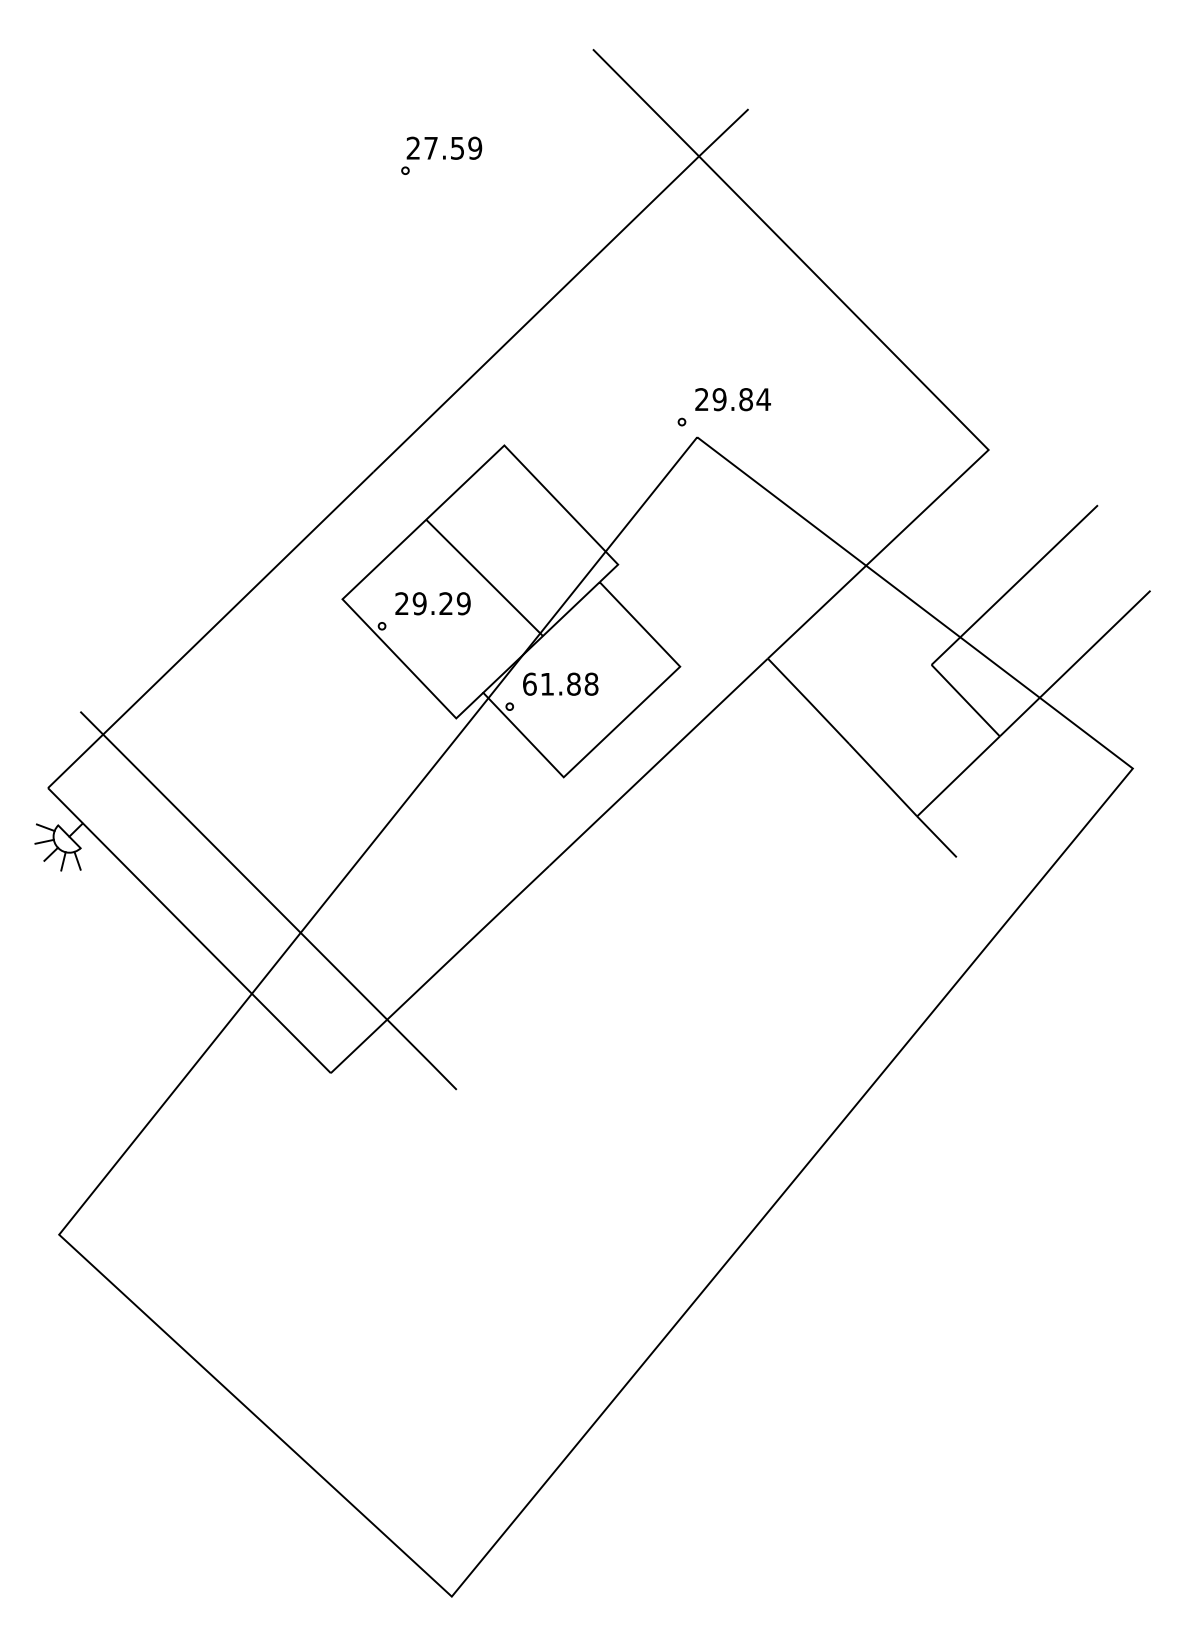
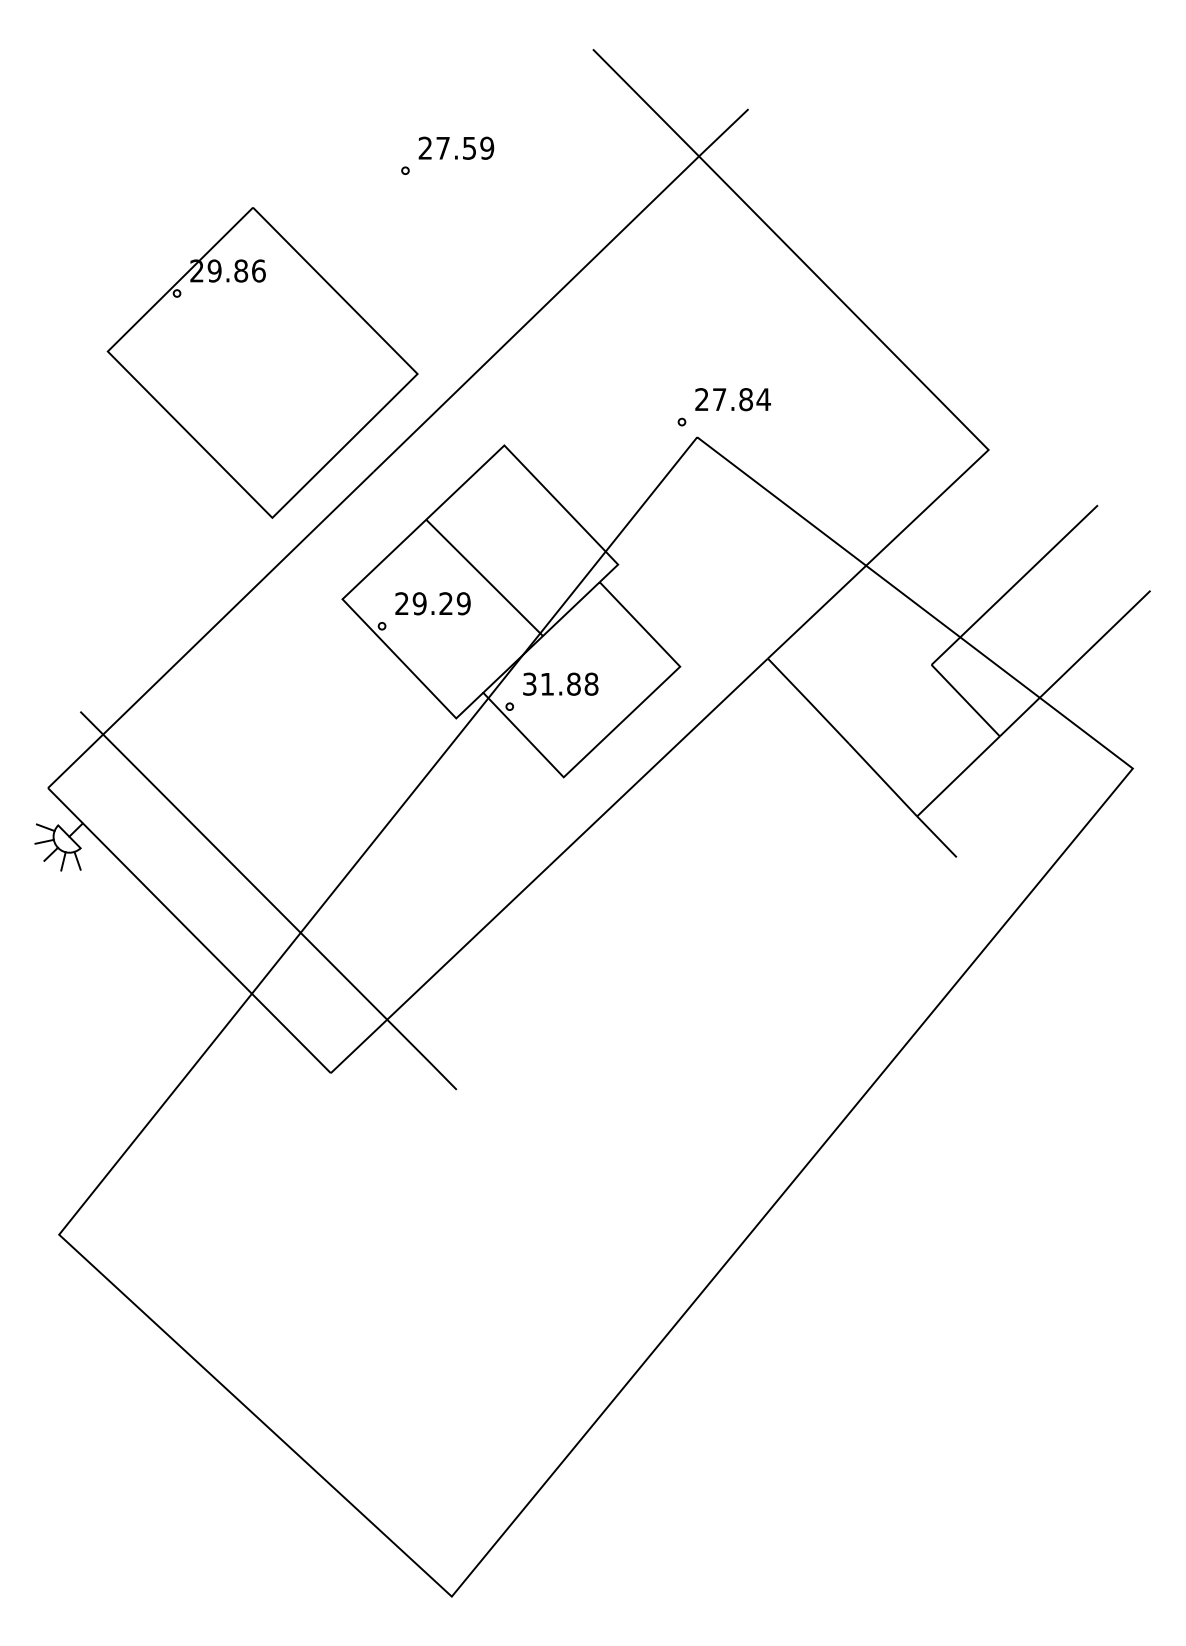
text at (444, 147) position: (444, 147) -> (456, 147)
part at (262, 362): none -> present
text at (719, 399): 29.84 -> 27.84
text at (529, 683): 61.88 -> 31.88
